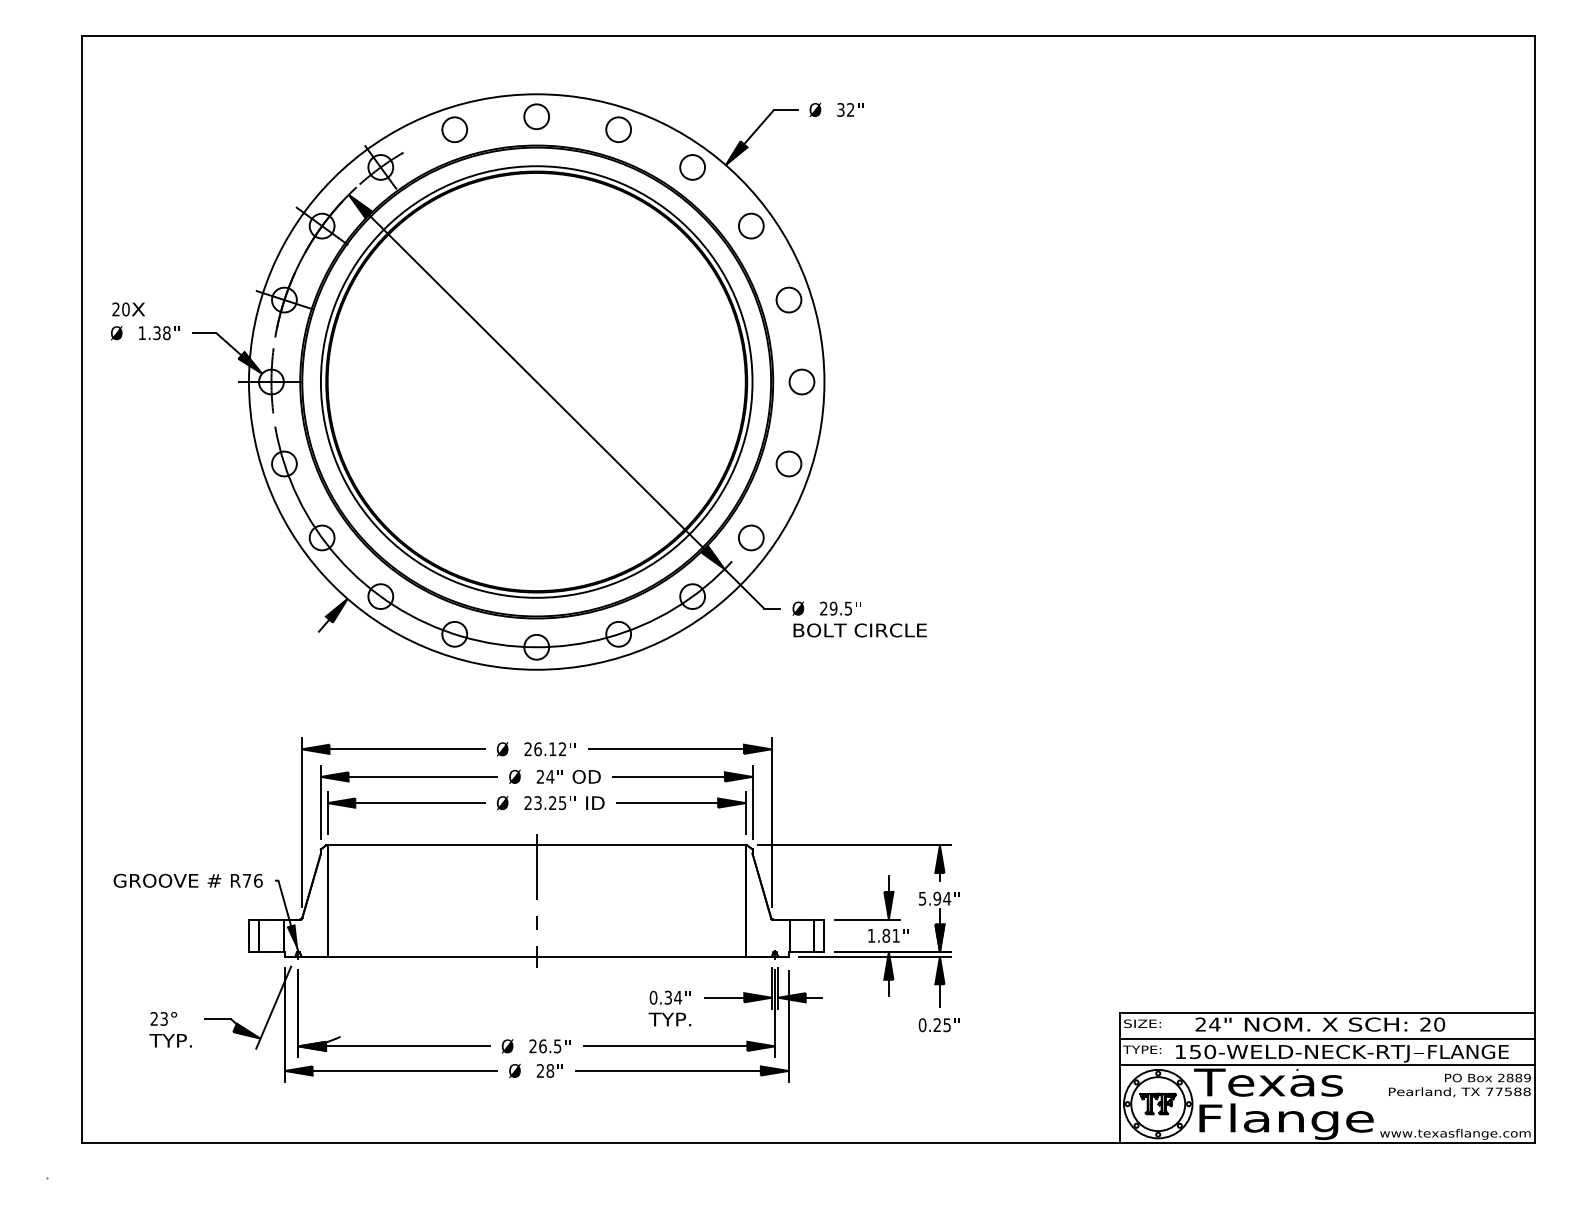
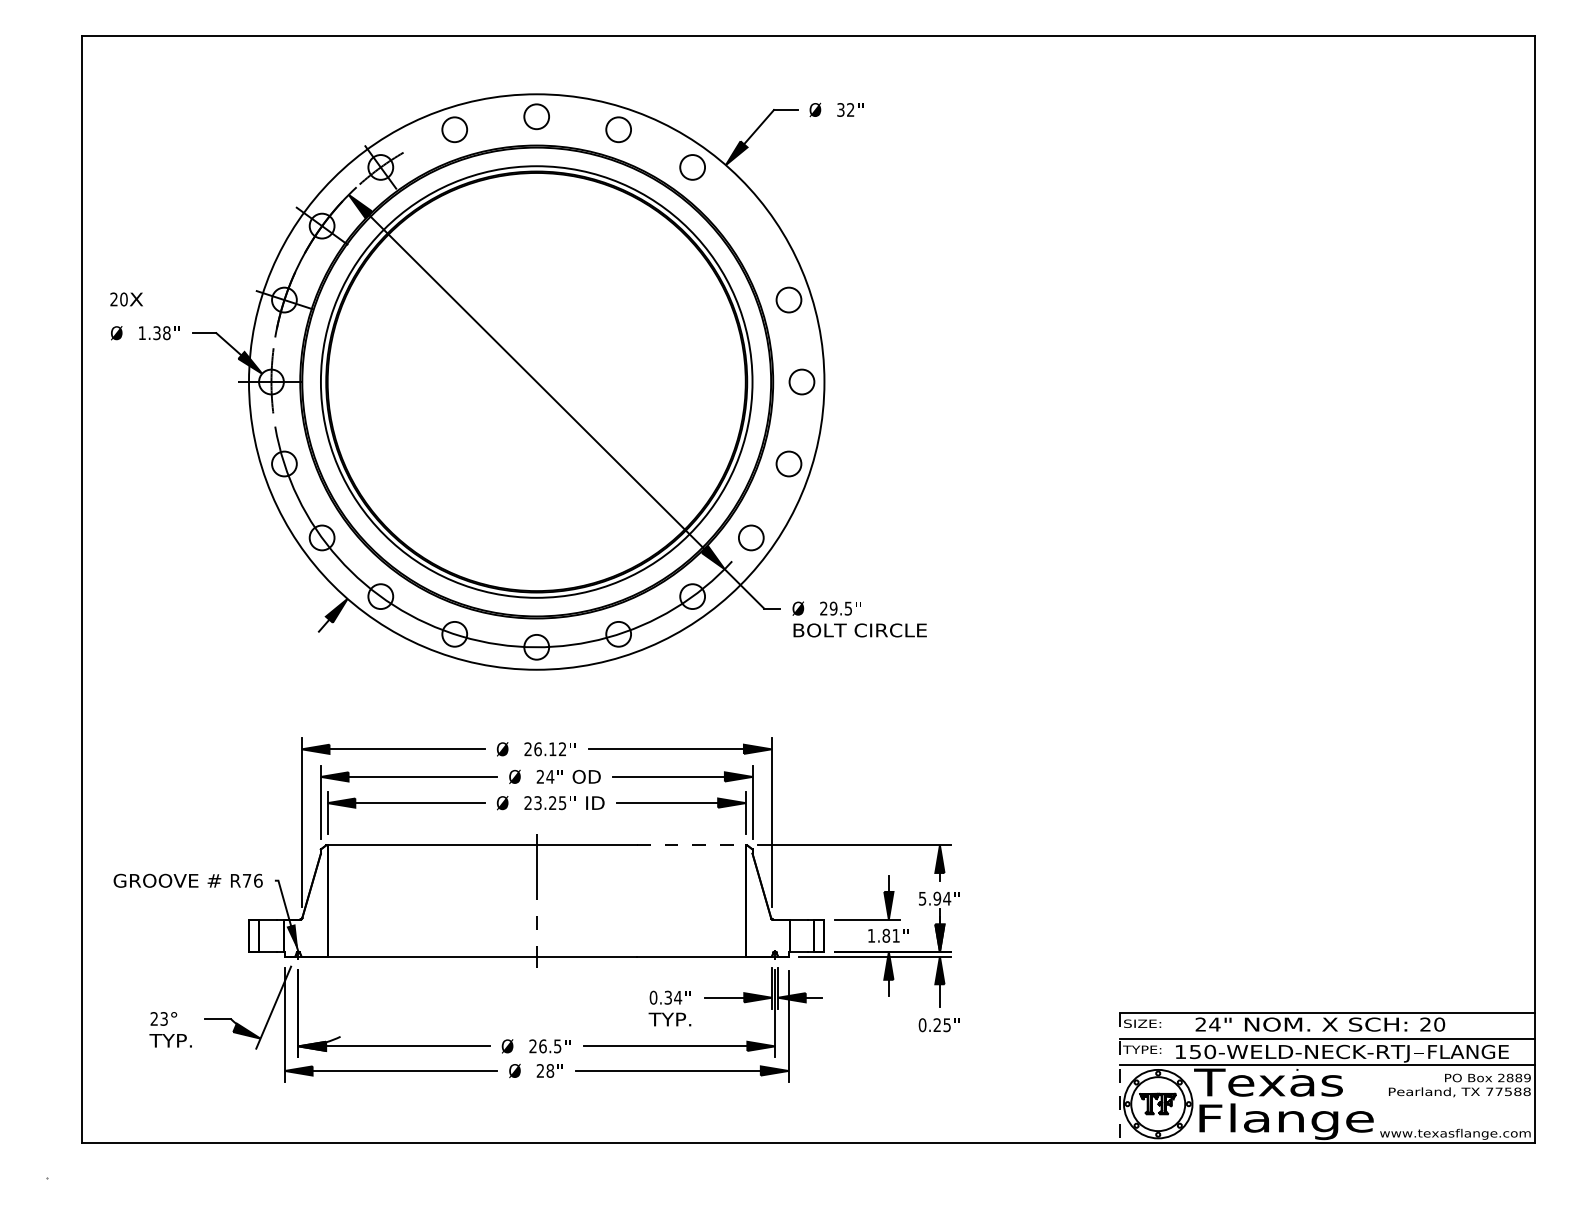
circle at (751, 225): present -> none
text at (128, 309) position: (128, 309) -> (126, 299)
line at (691, 845): solid -> dashed
line at (1119, 1078): solid -> dashed
